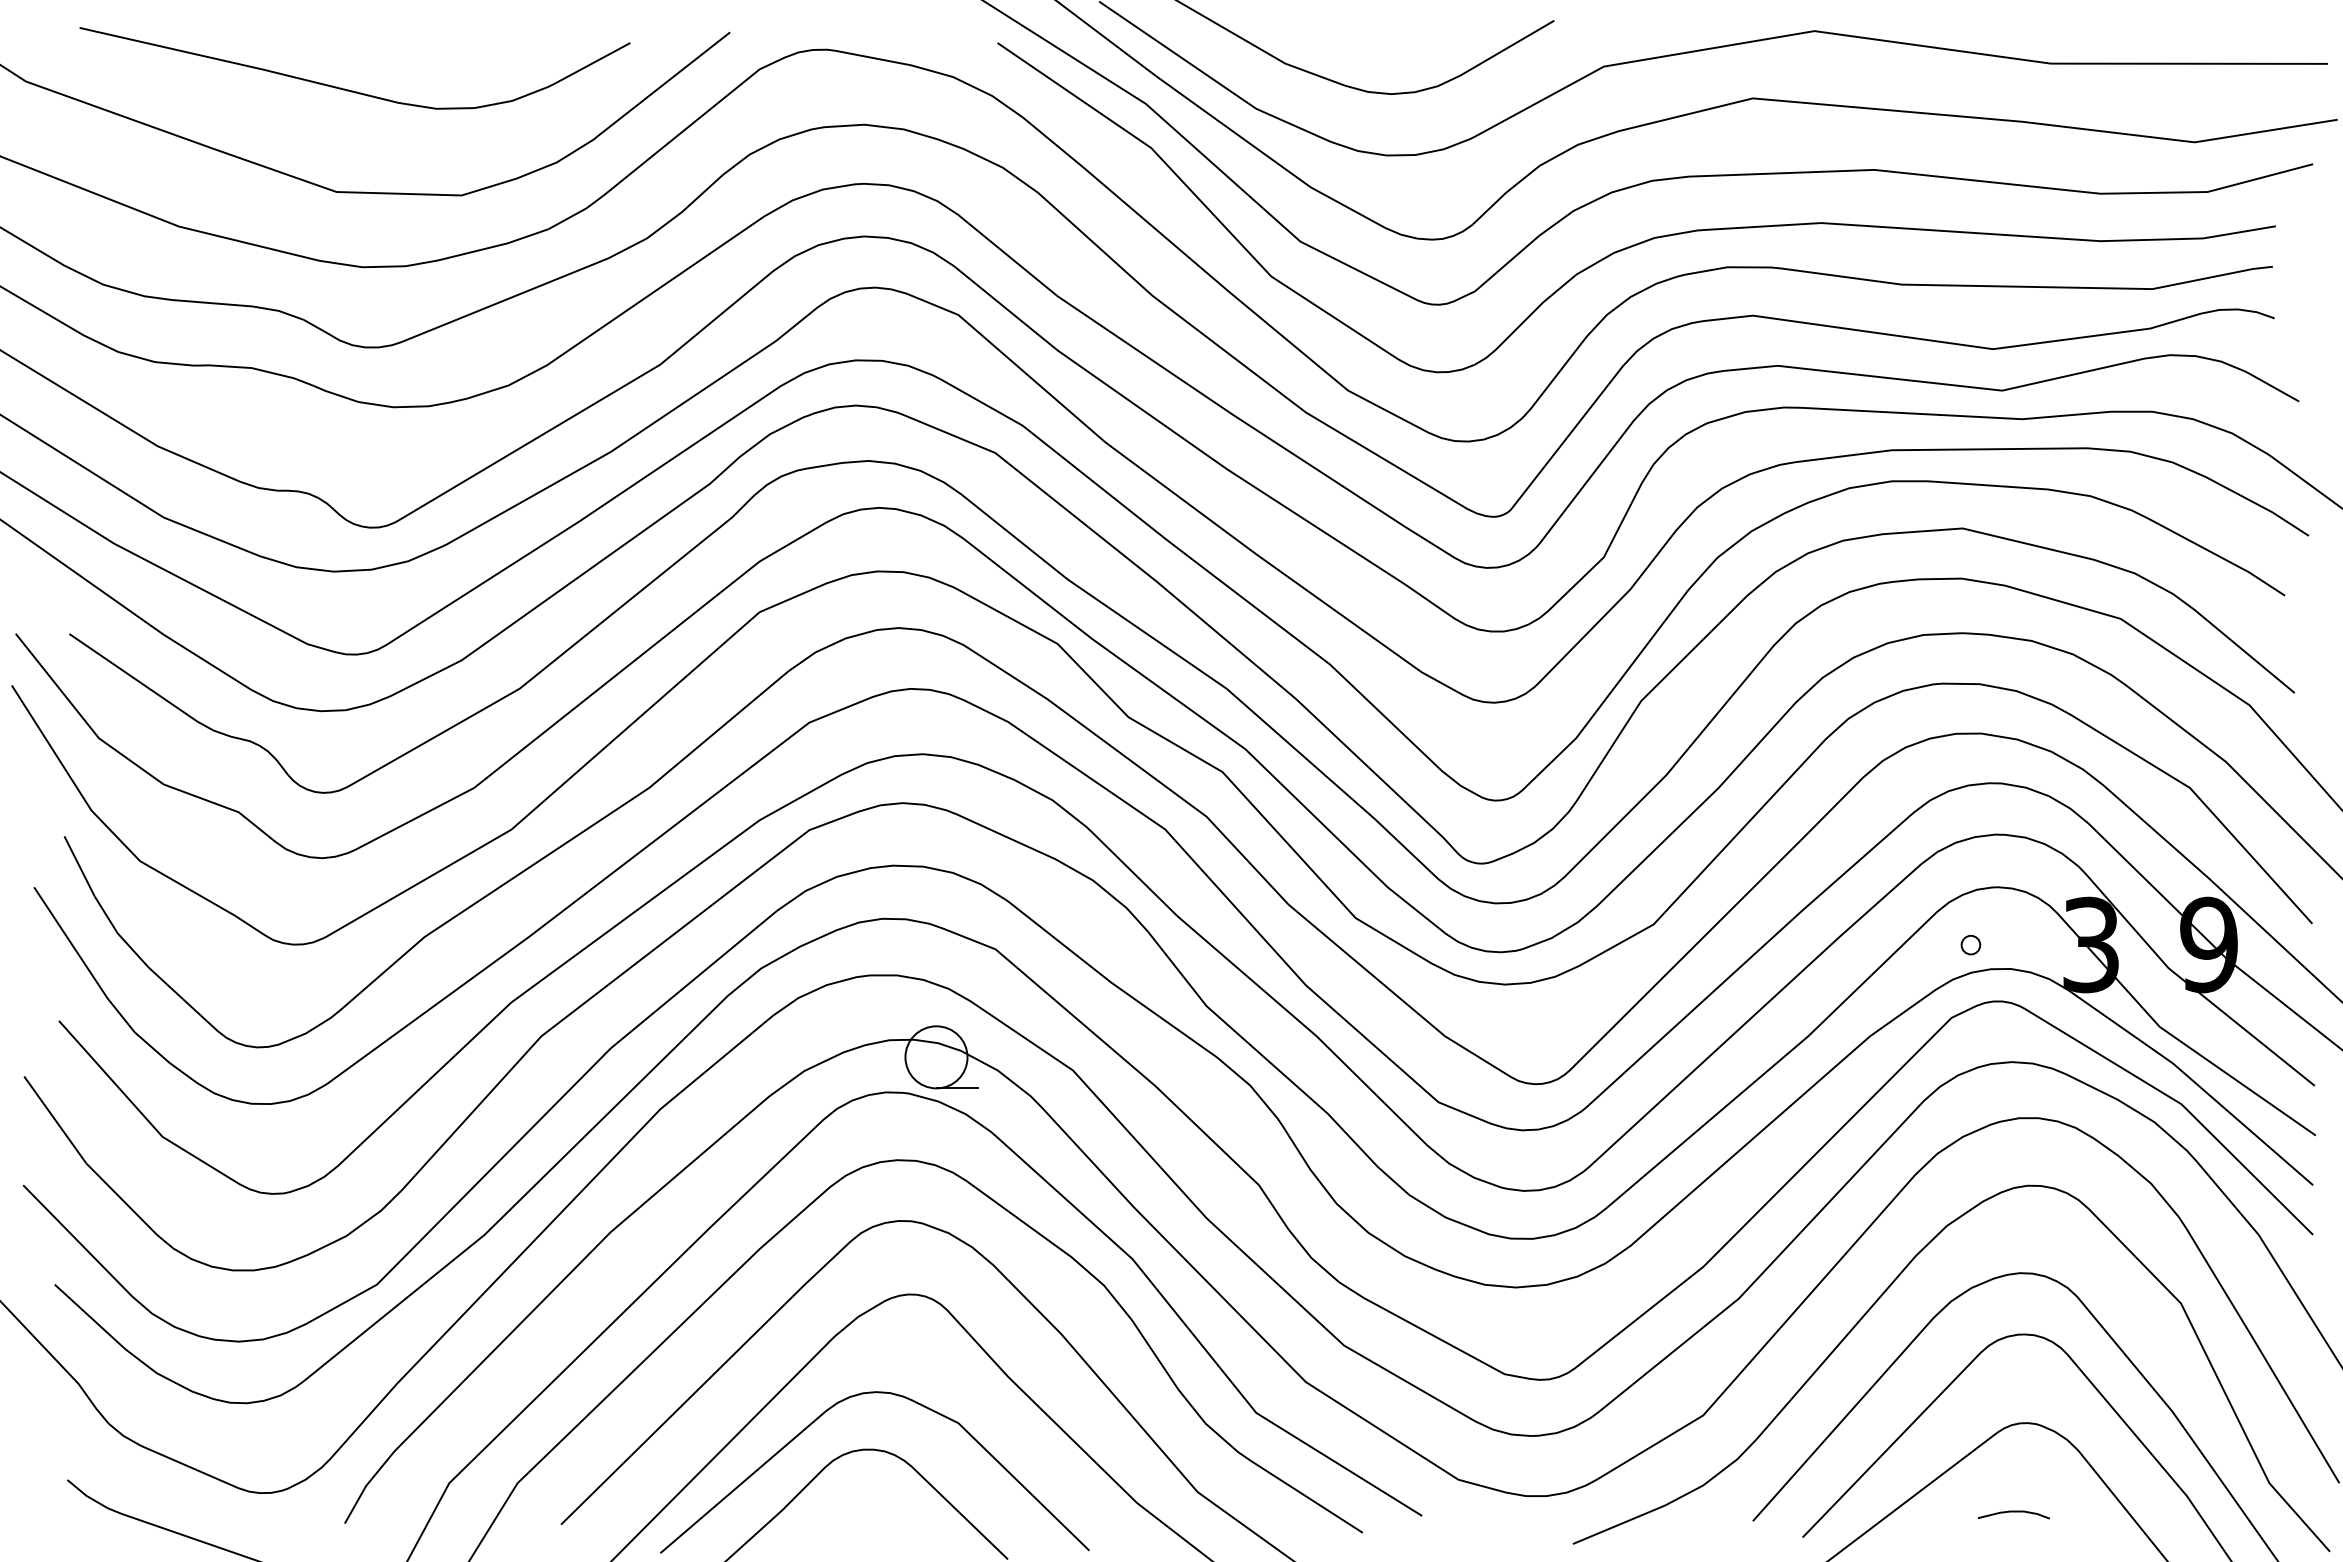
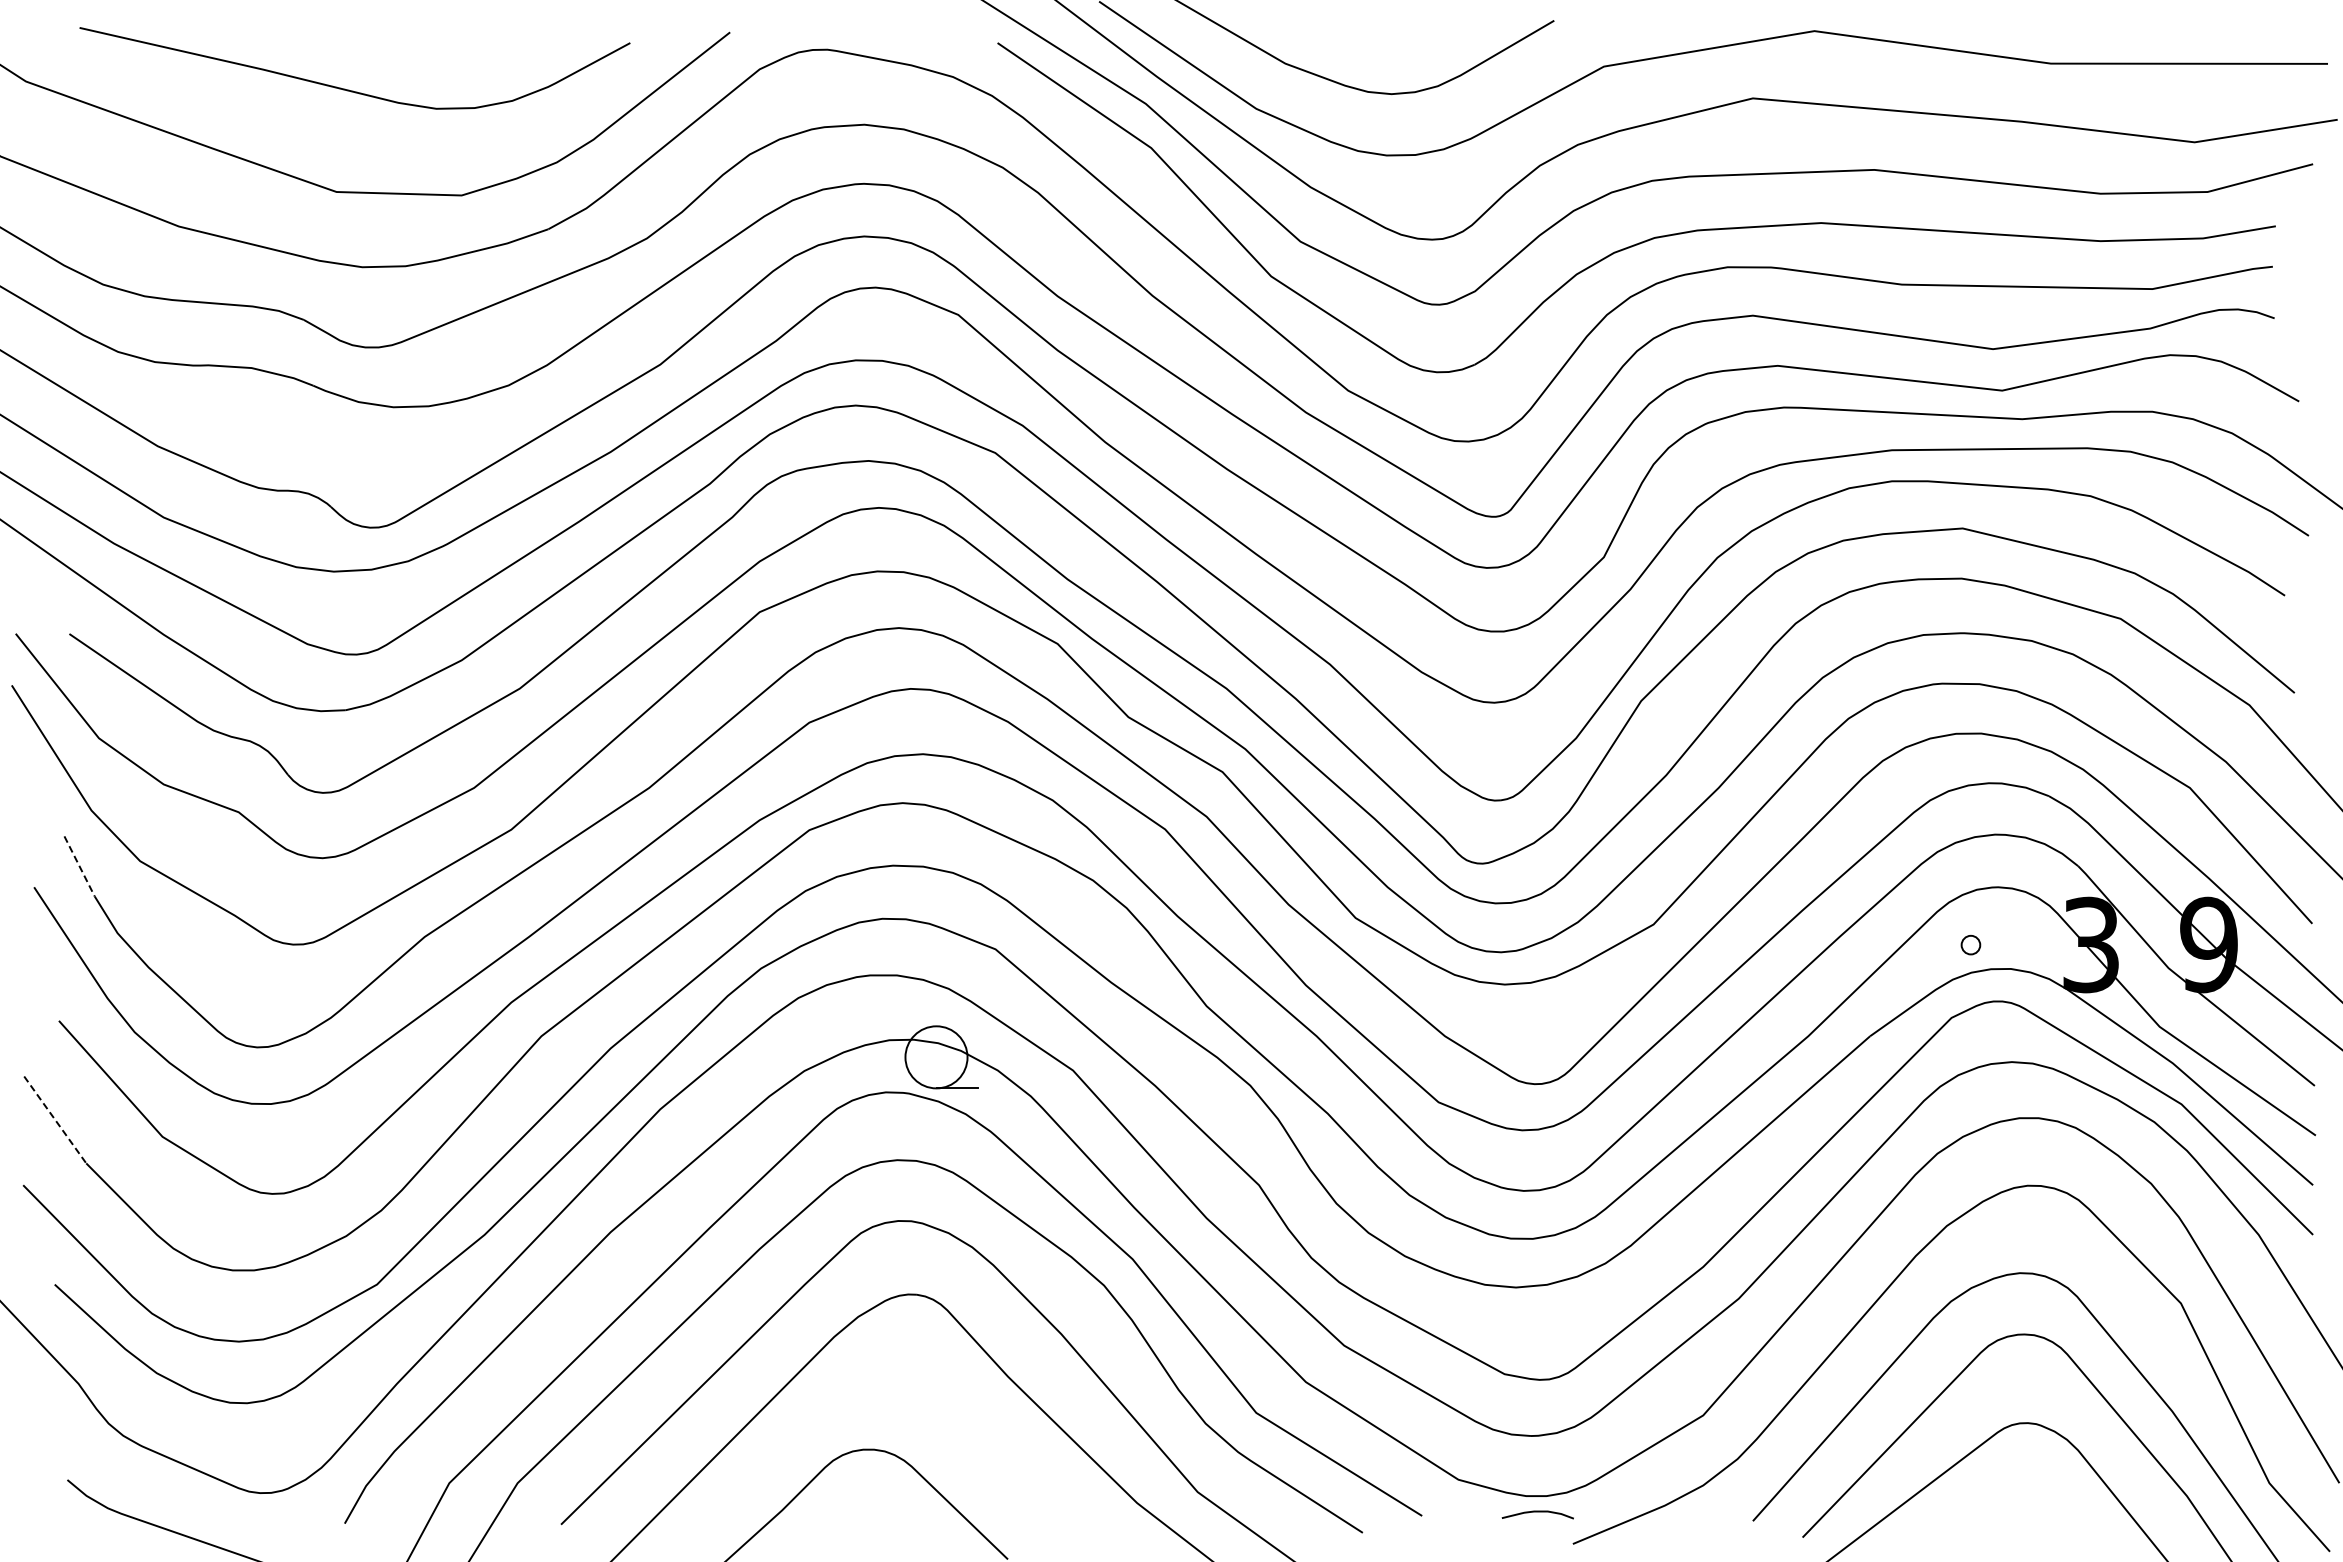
line at (79, 866): solid -> dashed
line at (55, 1120): solid -> dashed
curve at (830, 1409): present -> none
curve at (2013, 1512) position: (2013, 1512) -> (1537, 1512)
